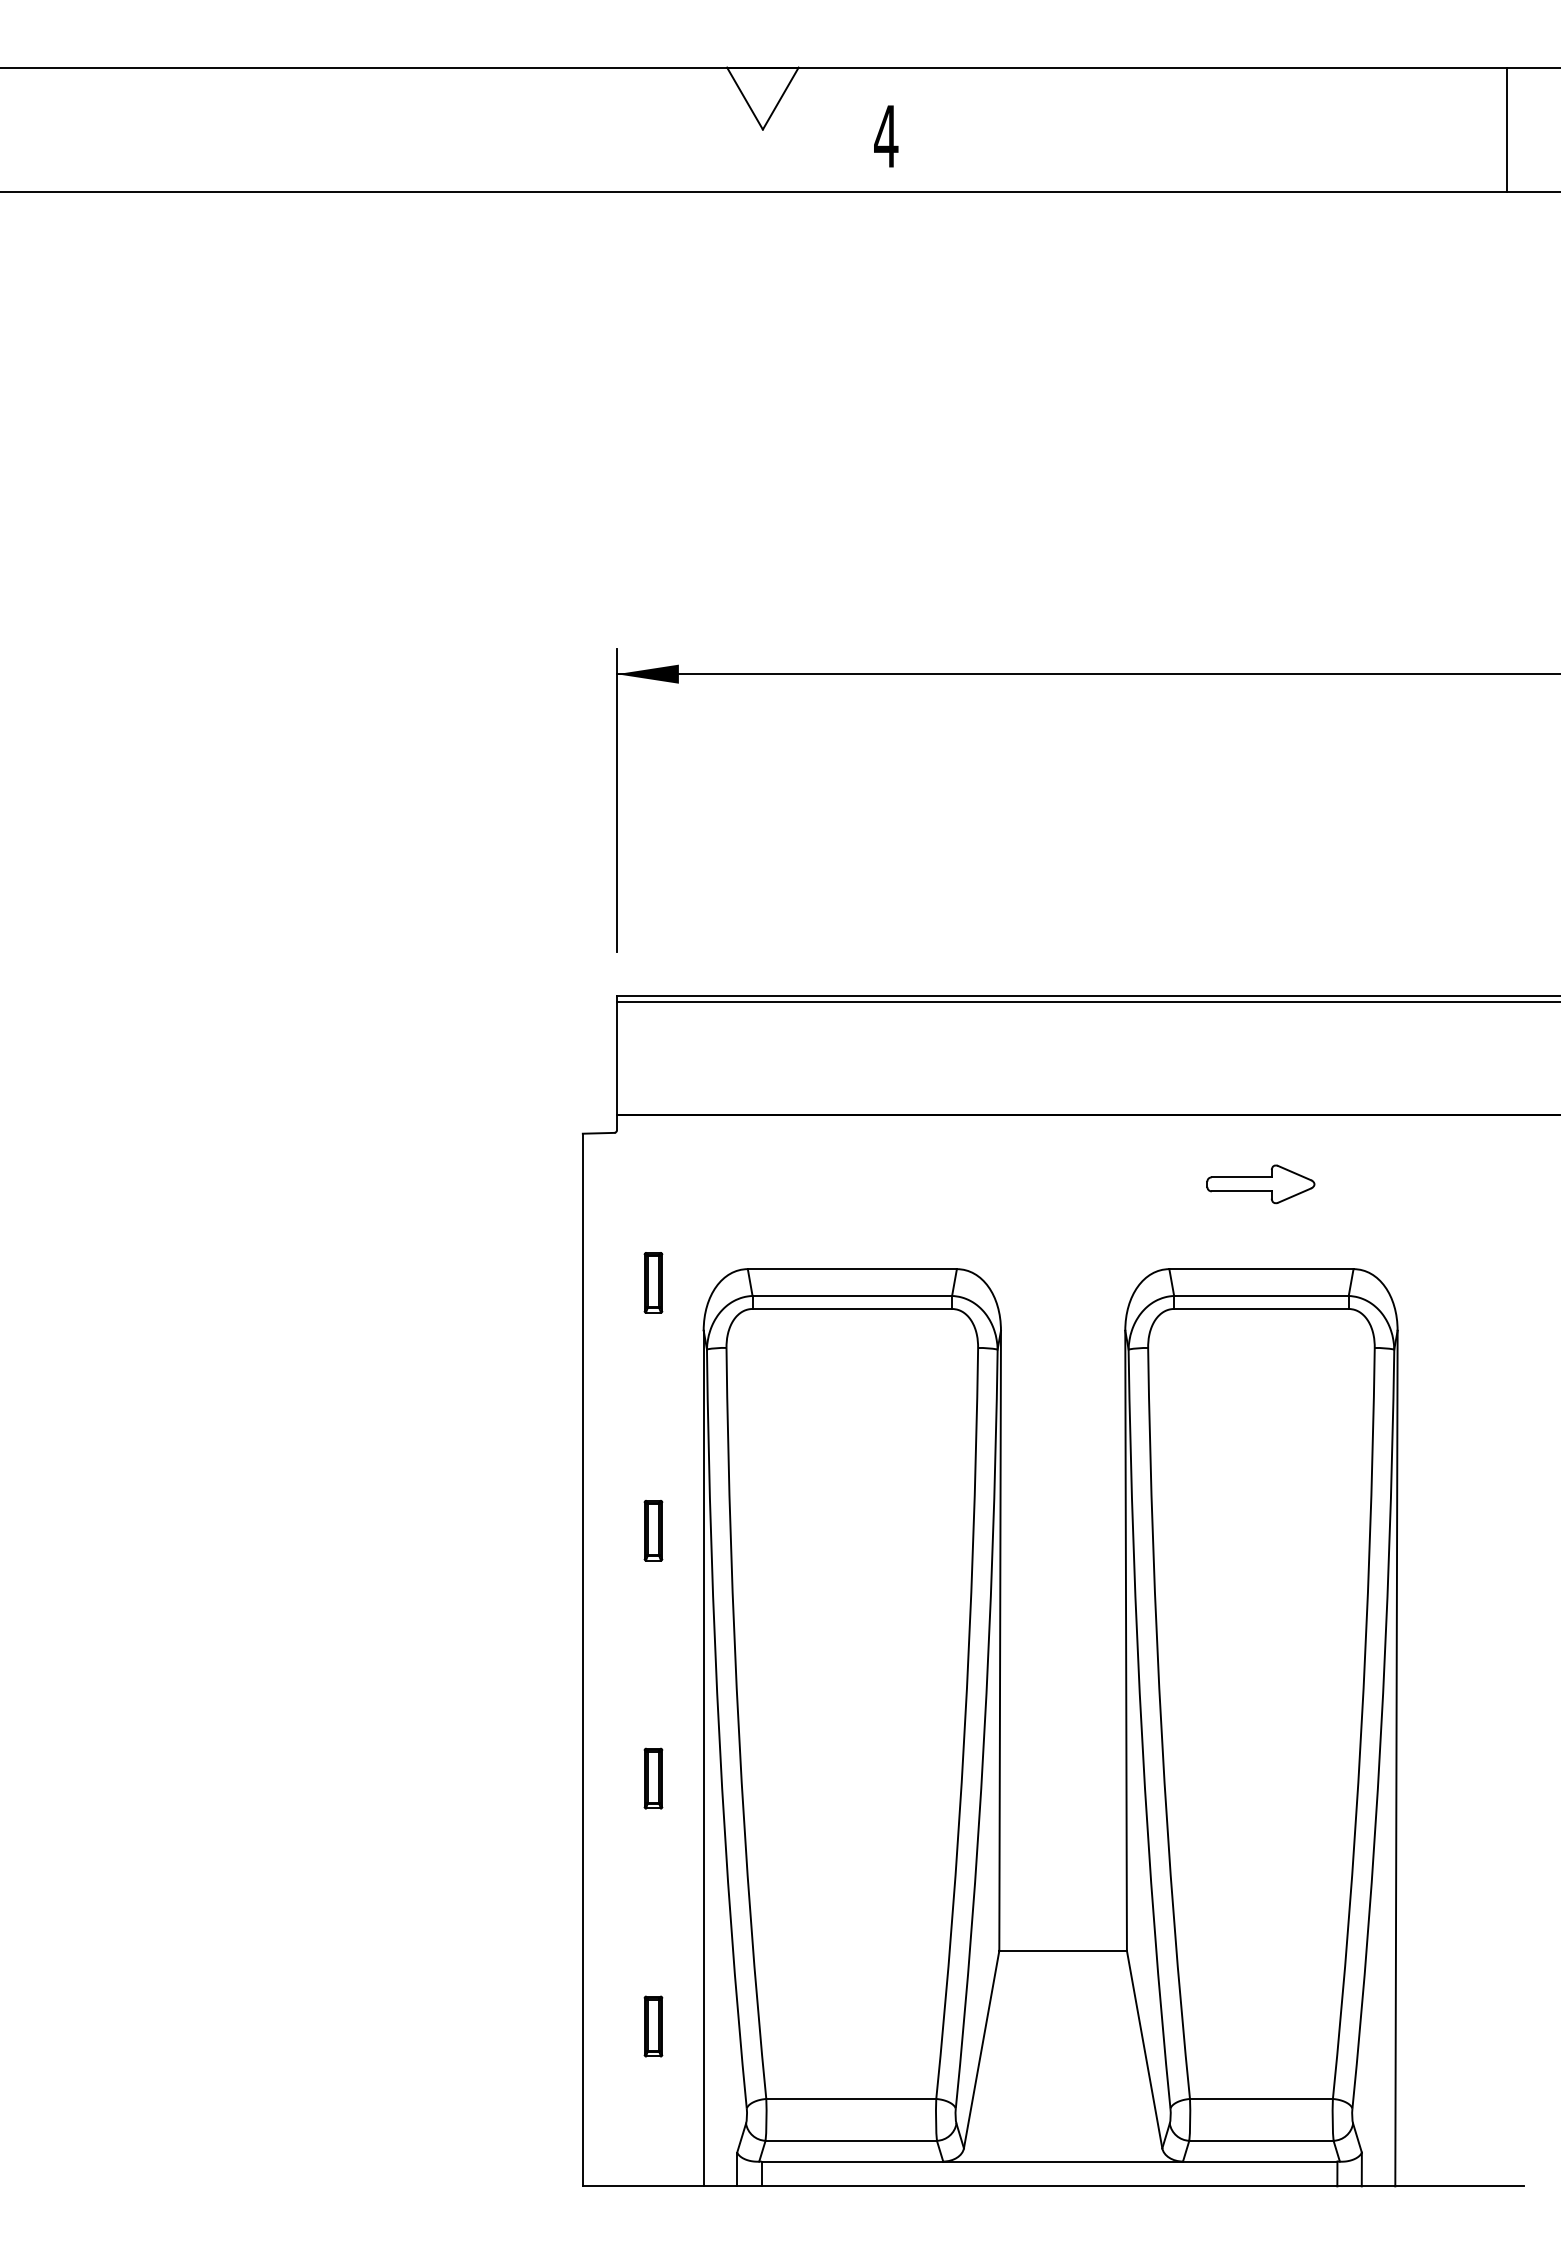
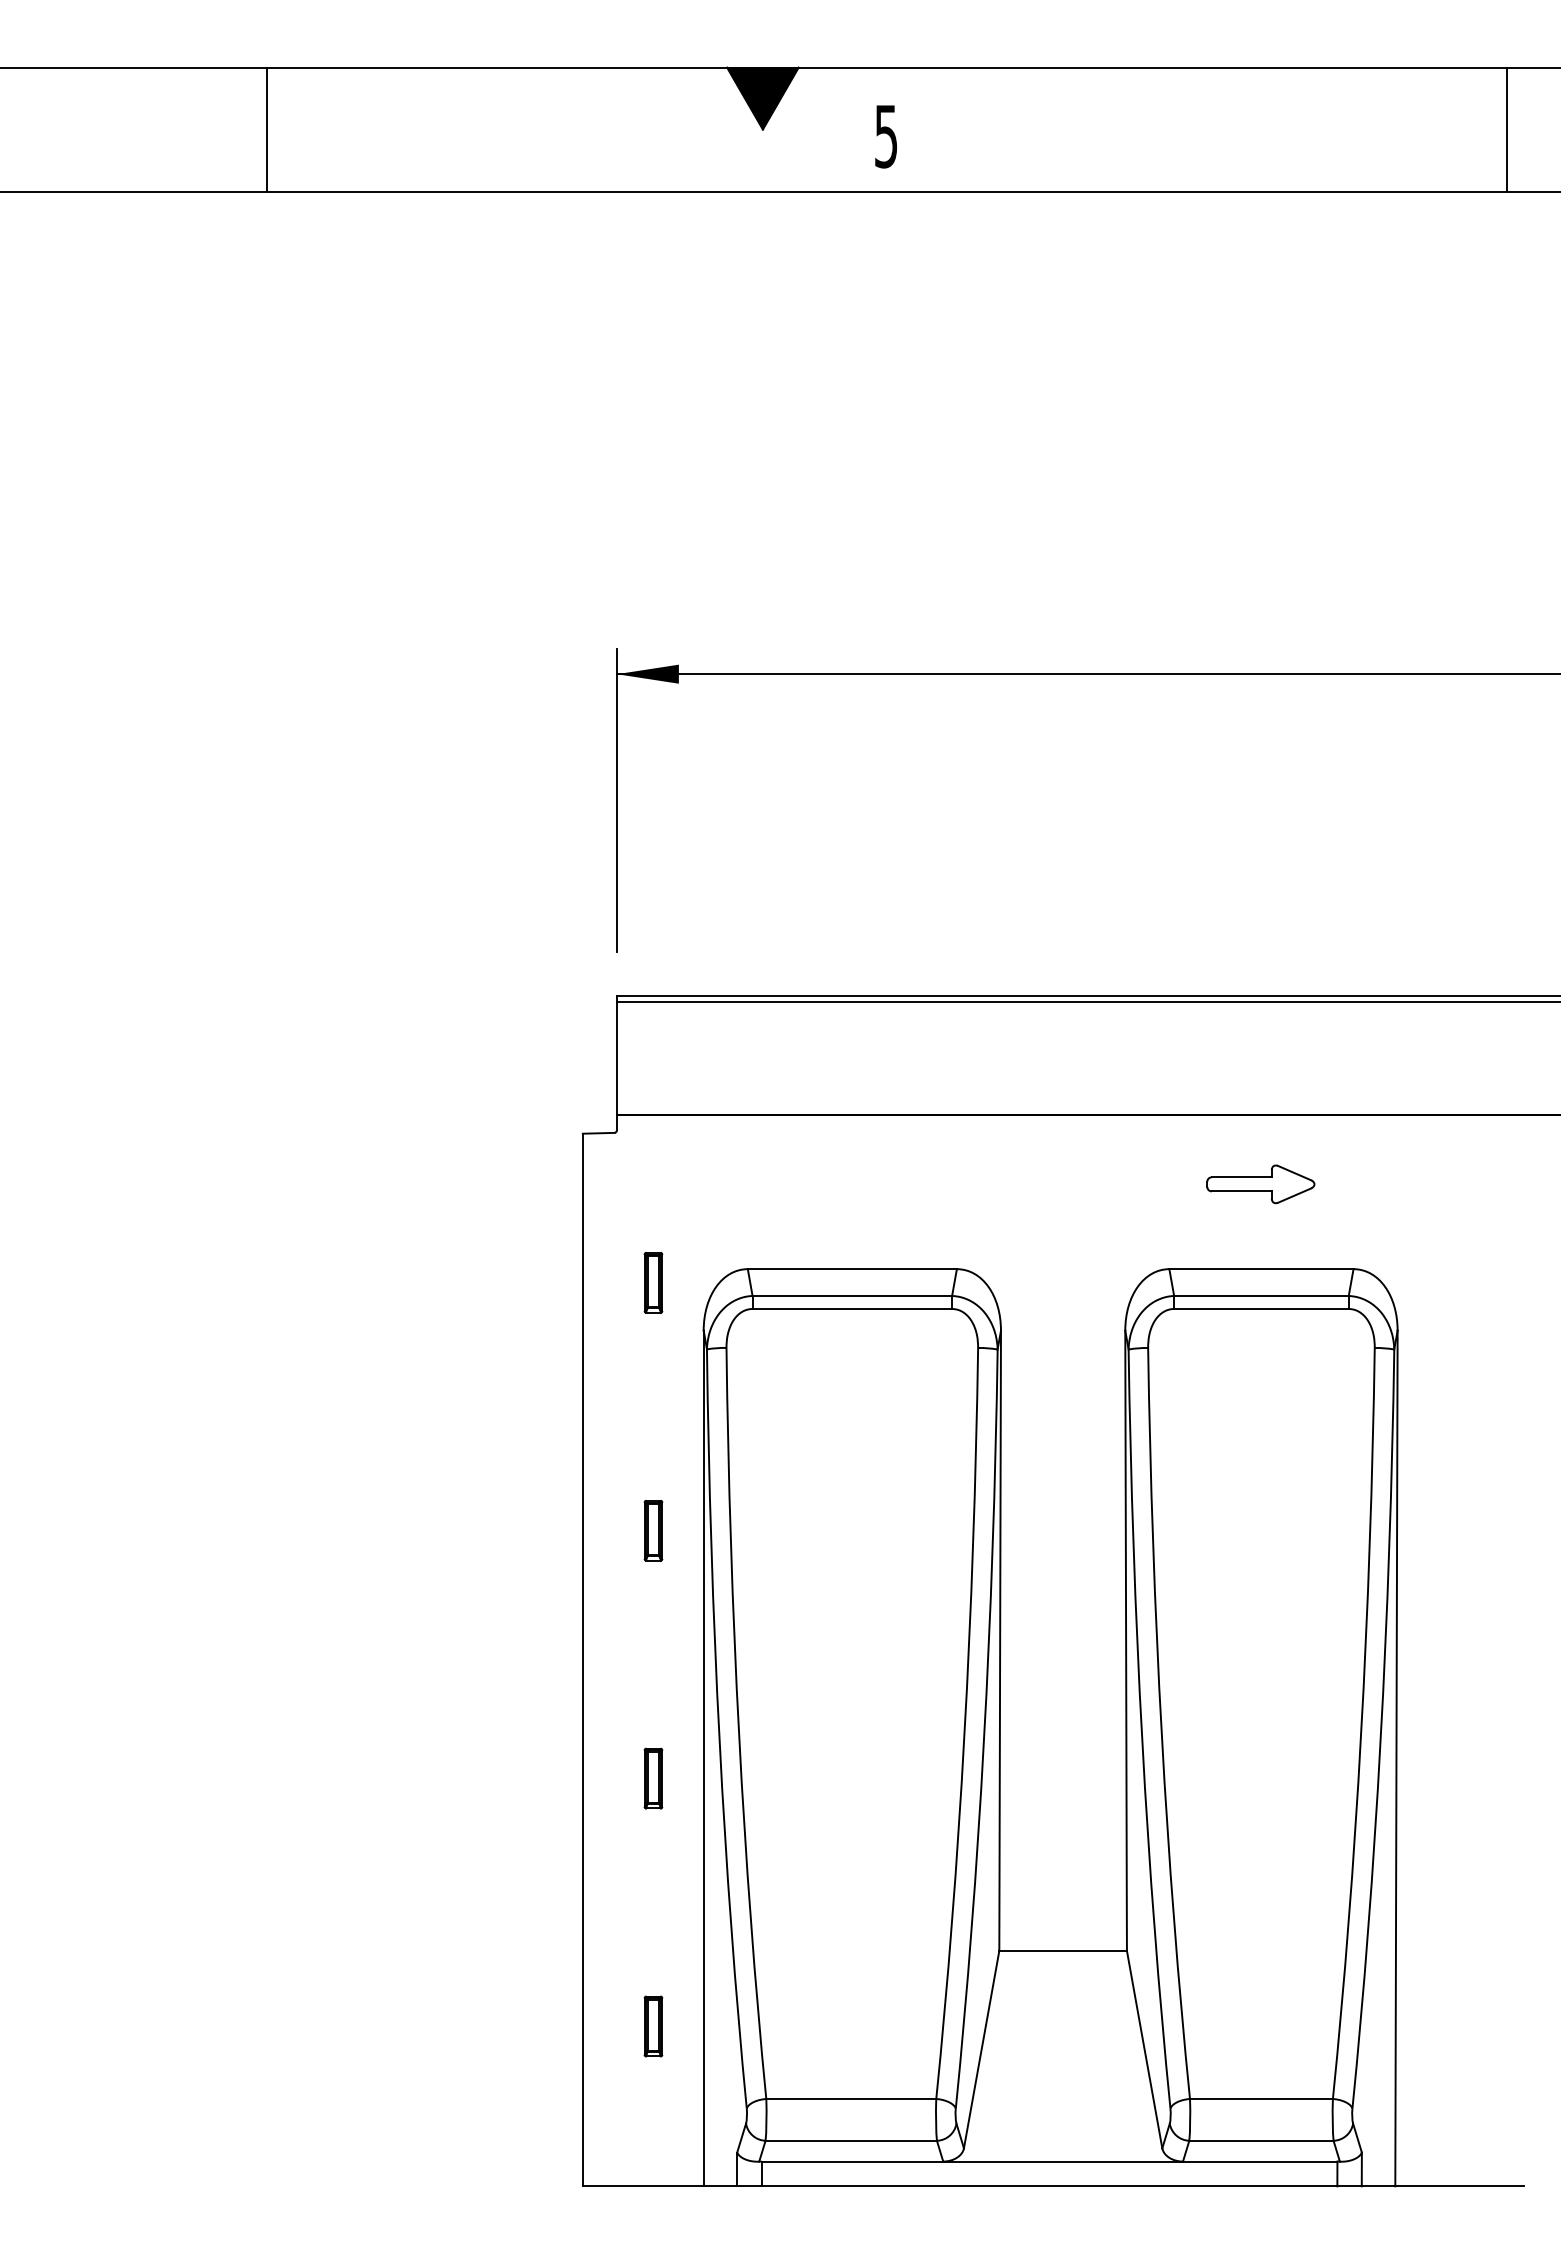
fill at (762, 98): none -> present
line at (267, 129): none -> present
text at (886, 136): 4 -> 5
